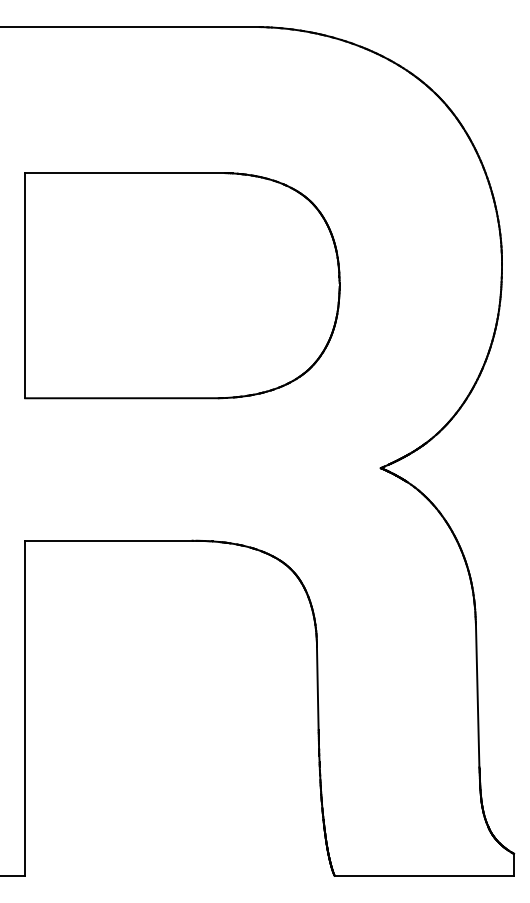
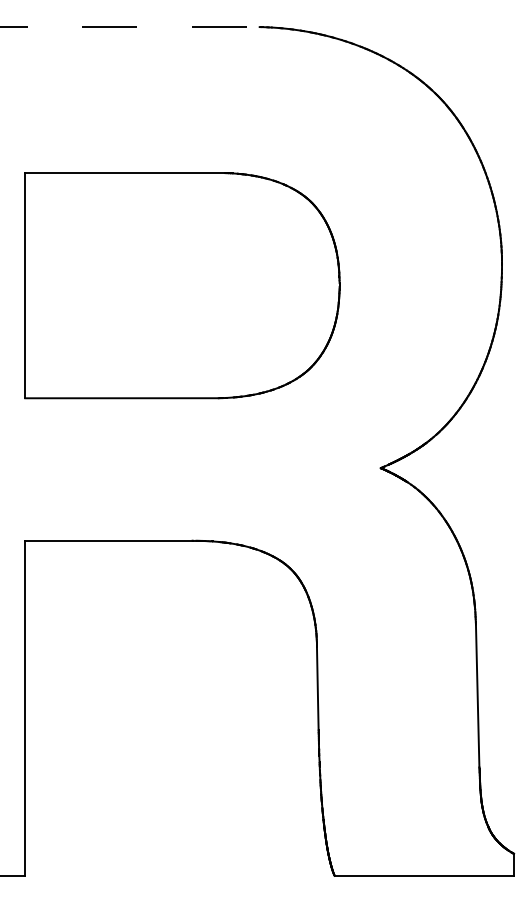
line at (130, 27): solid -> dashed
